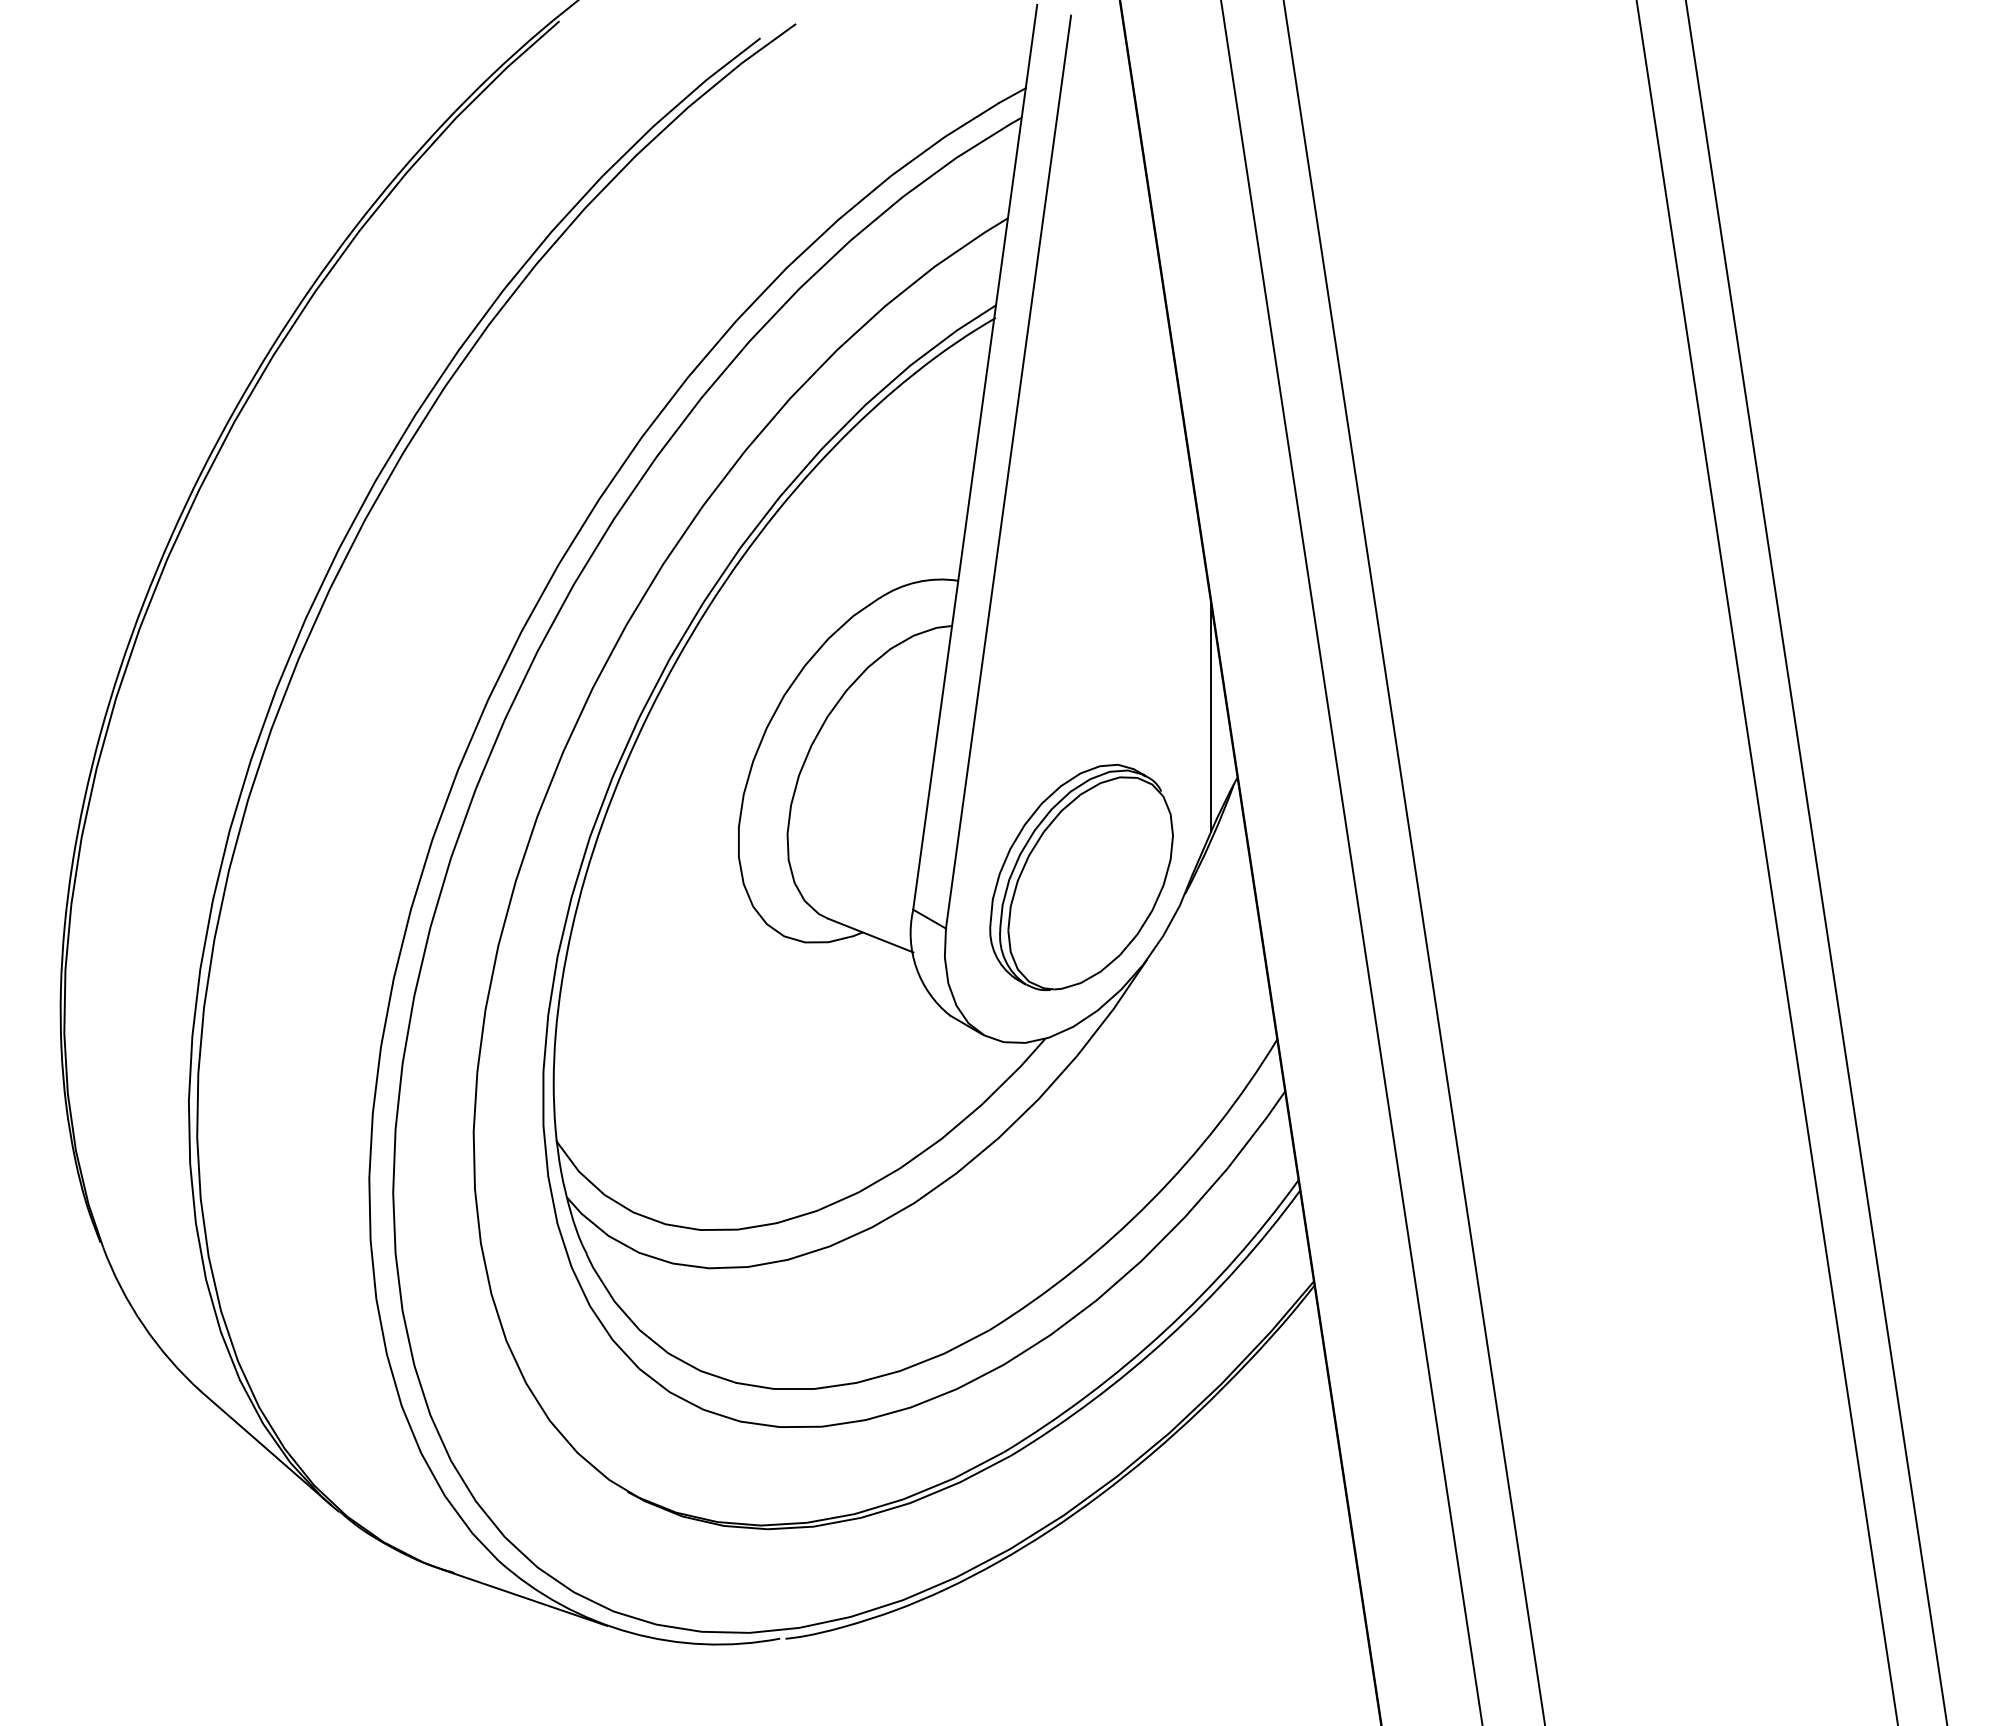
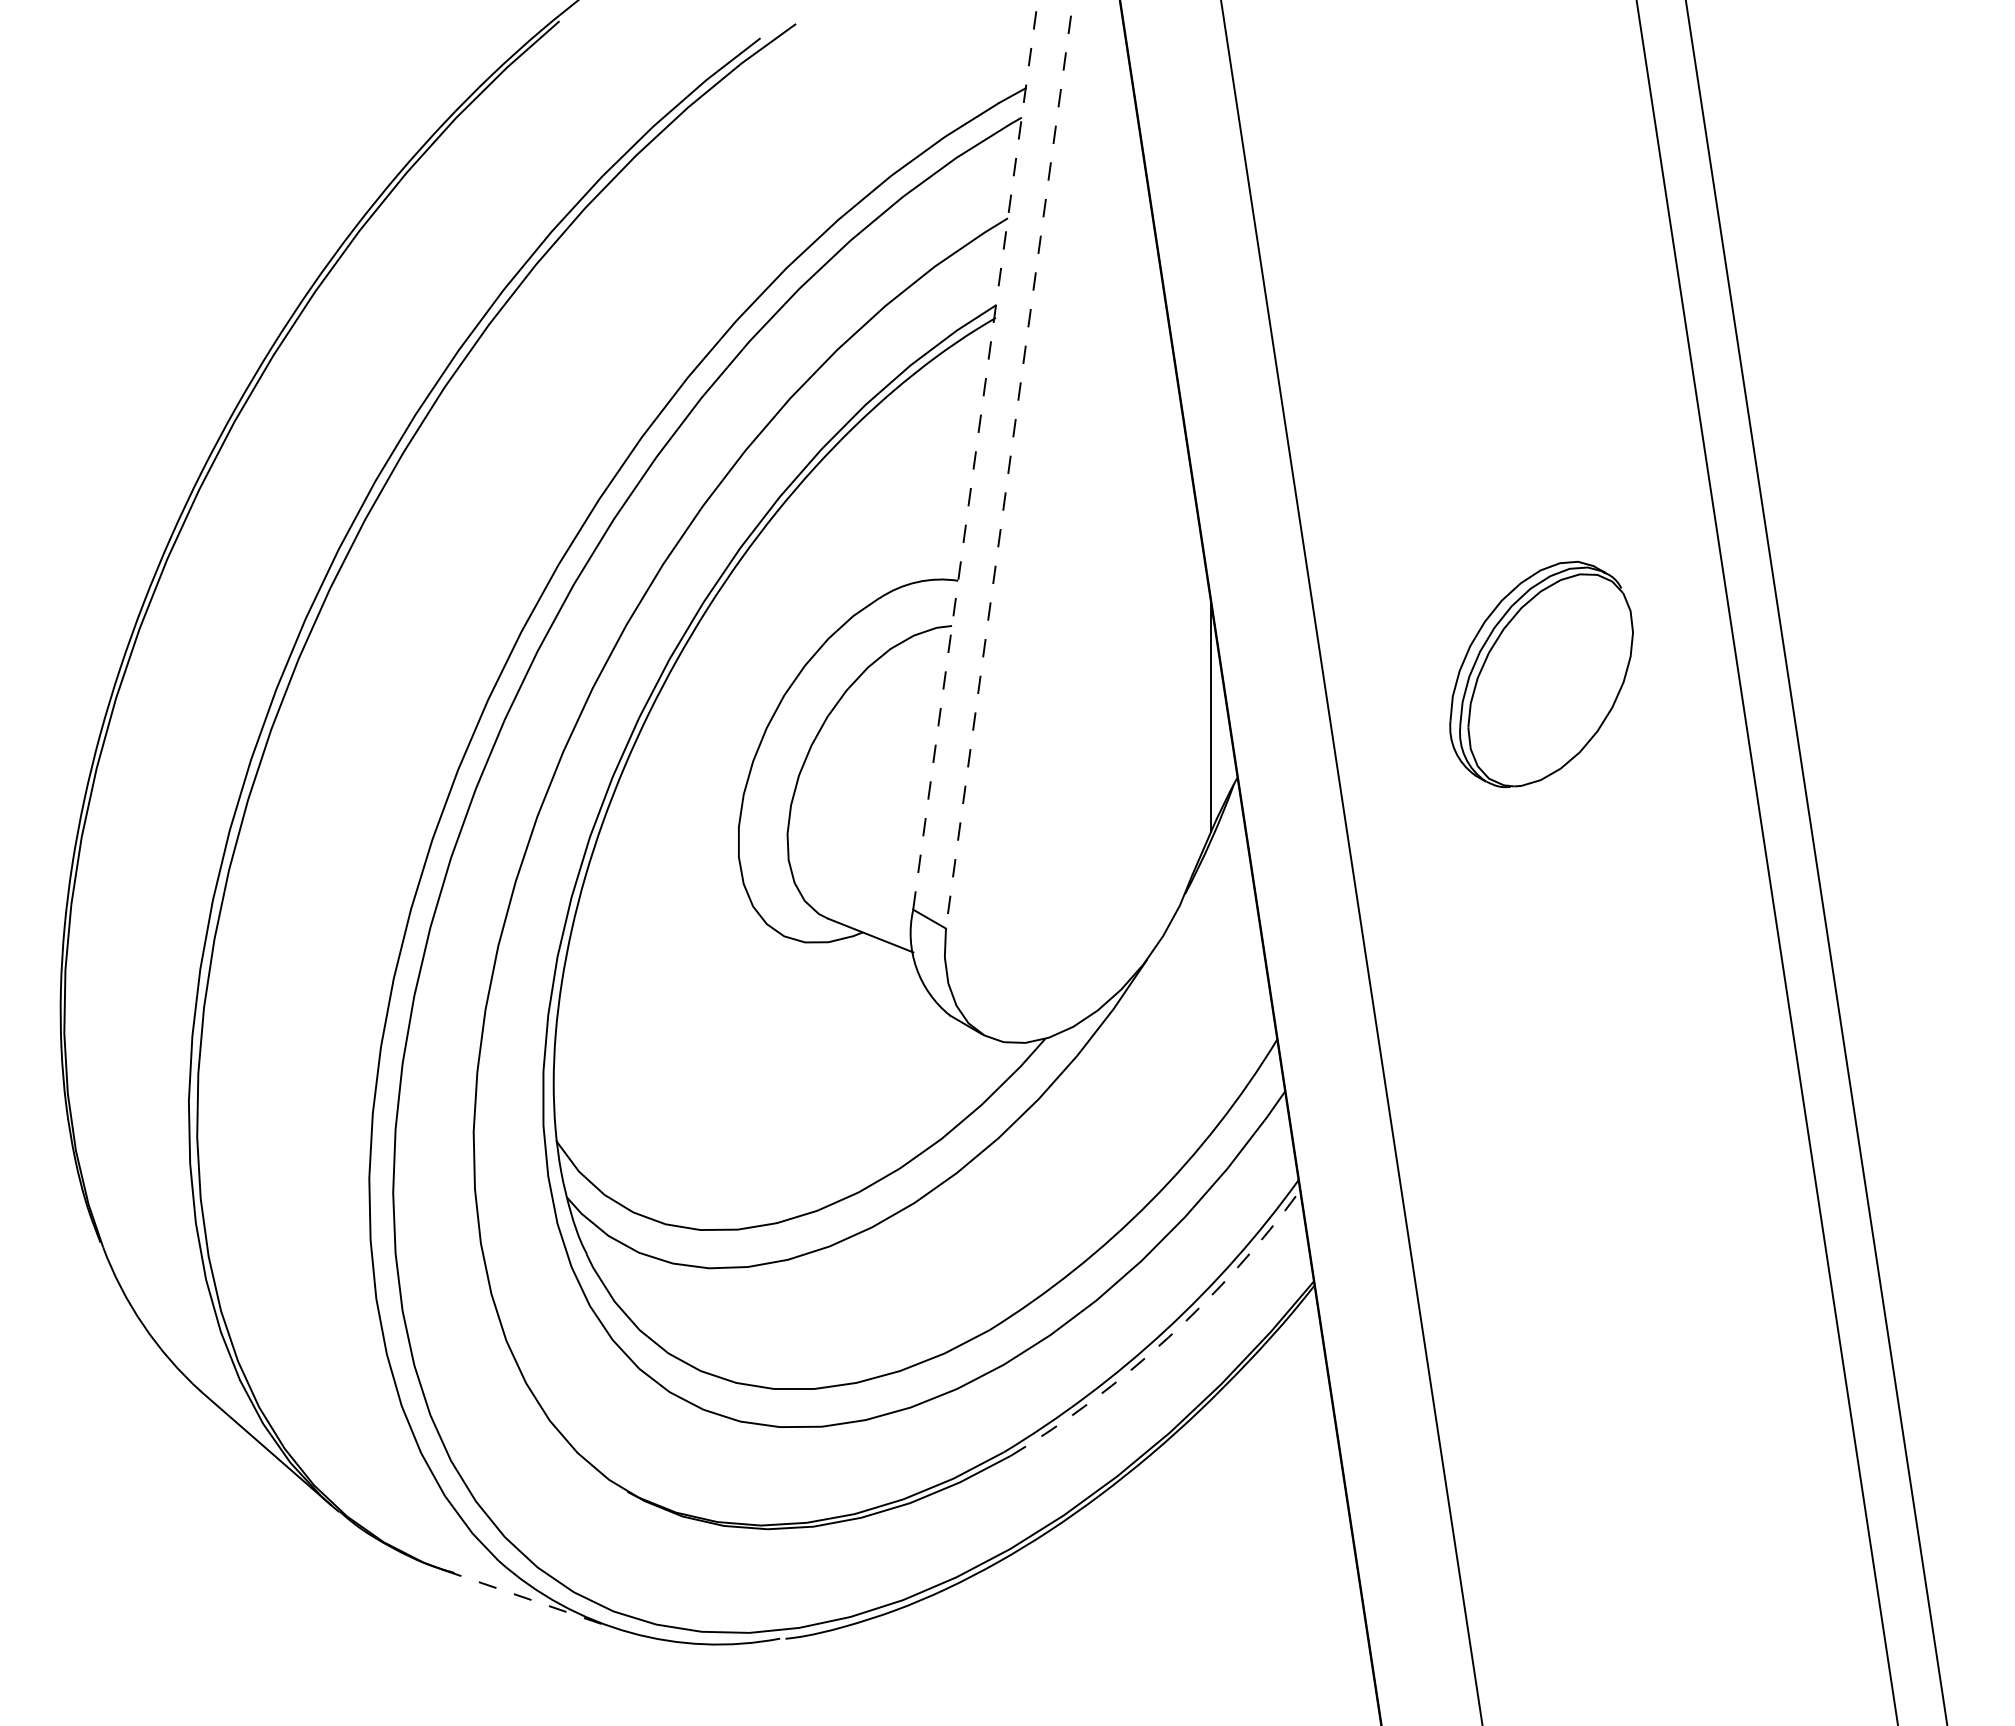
line at (975, 457): solid -> dashed
line at (1008, 472): solid -> dashed
line at (1413, 862): present -> none
part at (1081, 876) position: (1081, 876) -> (1541, 673)
arc at (1168, 1337): solid -> dashed
line at (525, 1598): solid -> dashed
